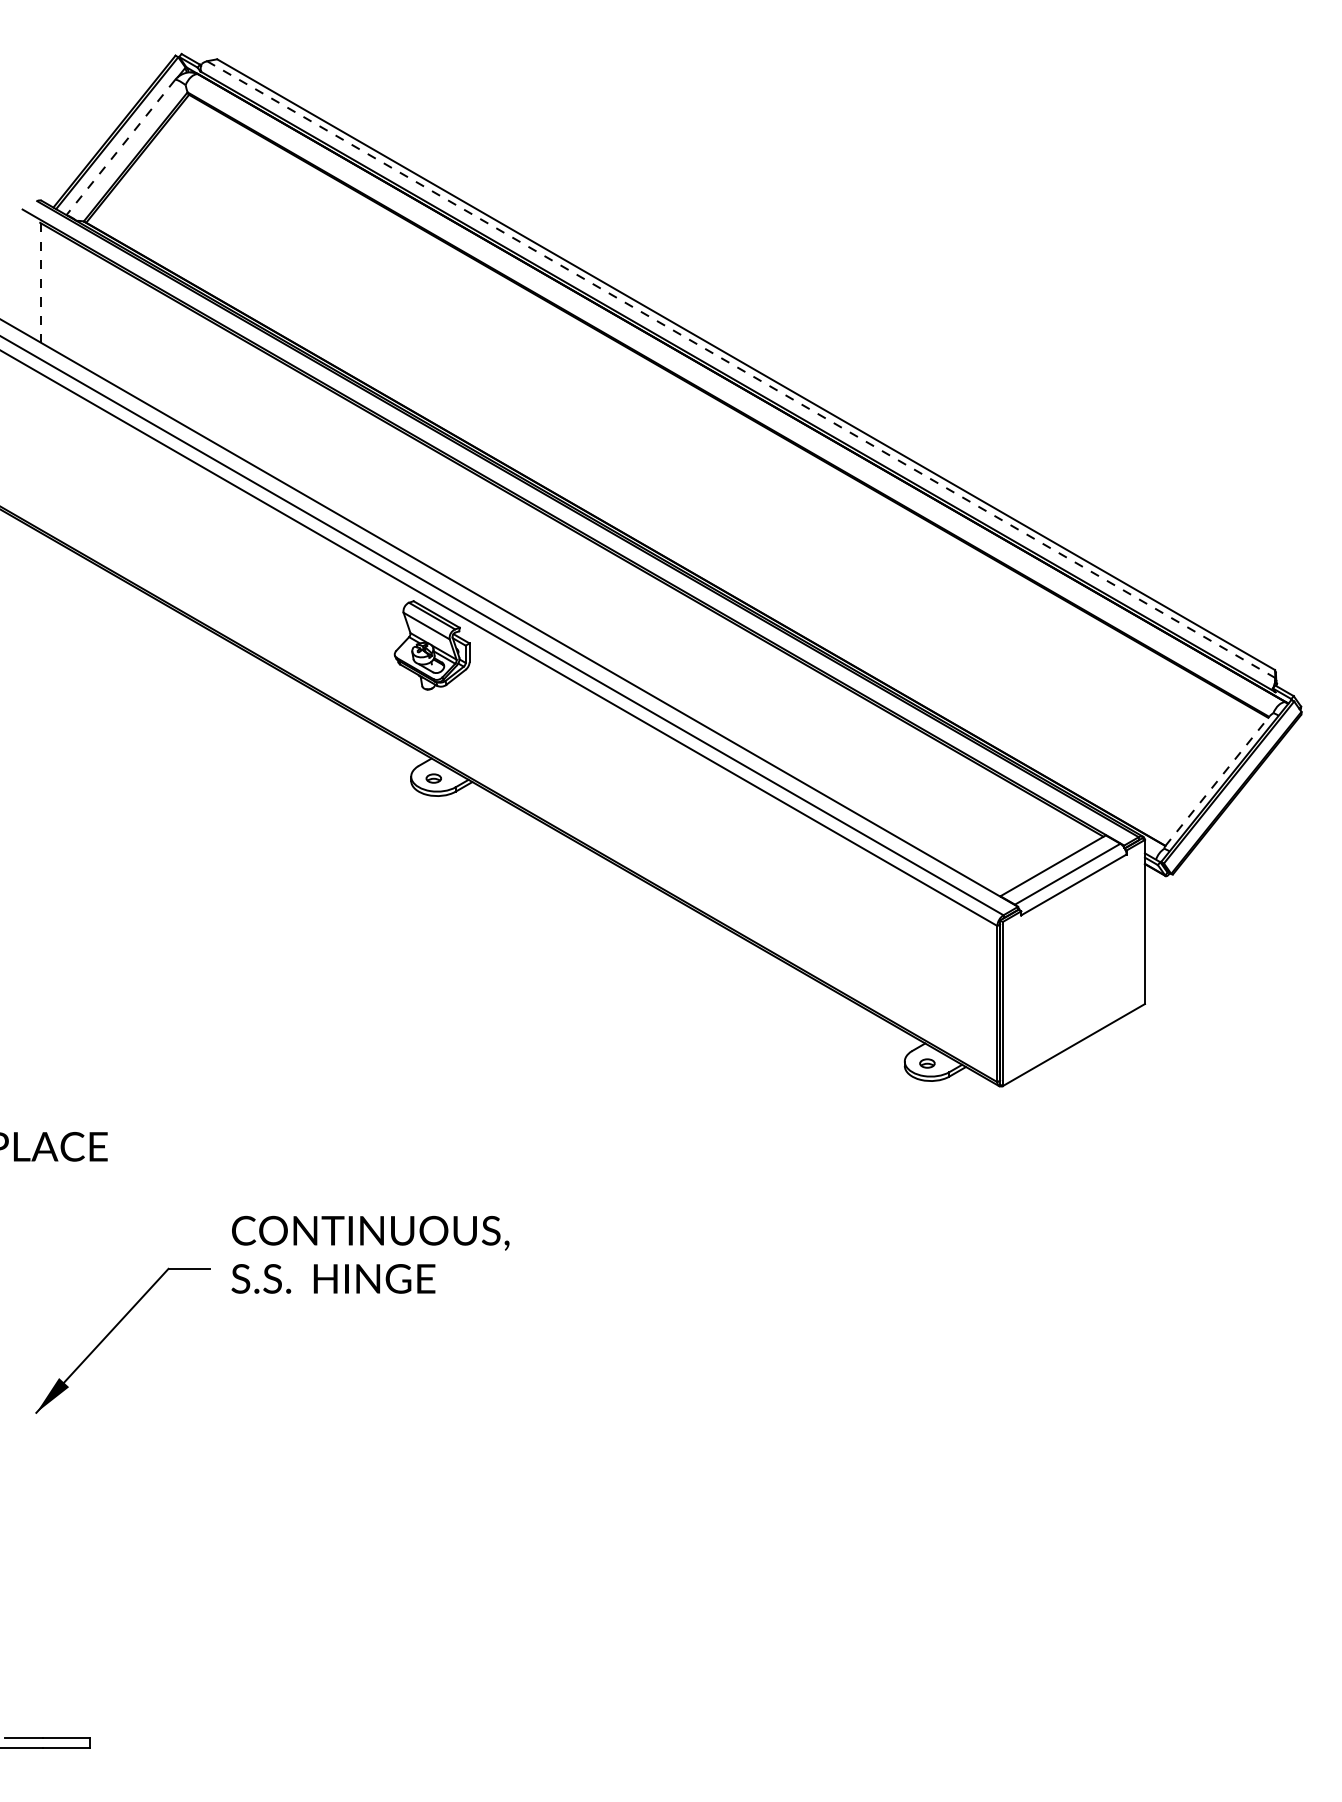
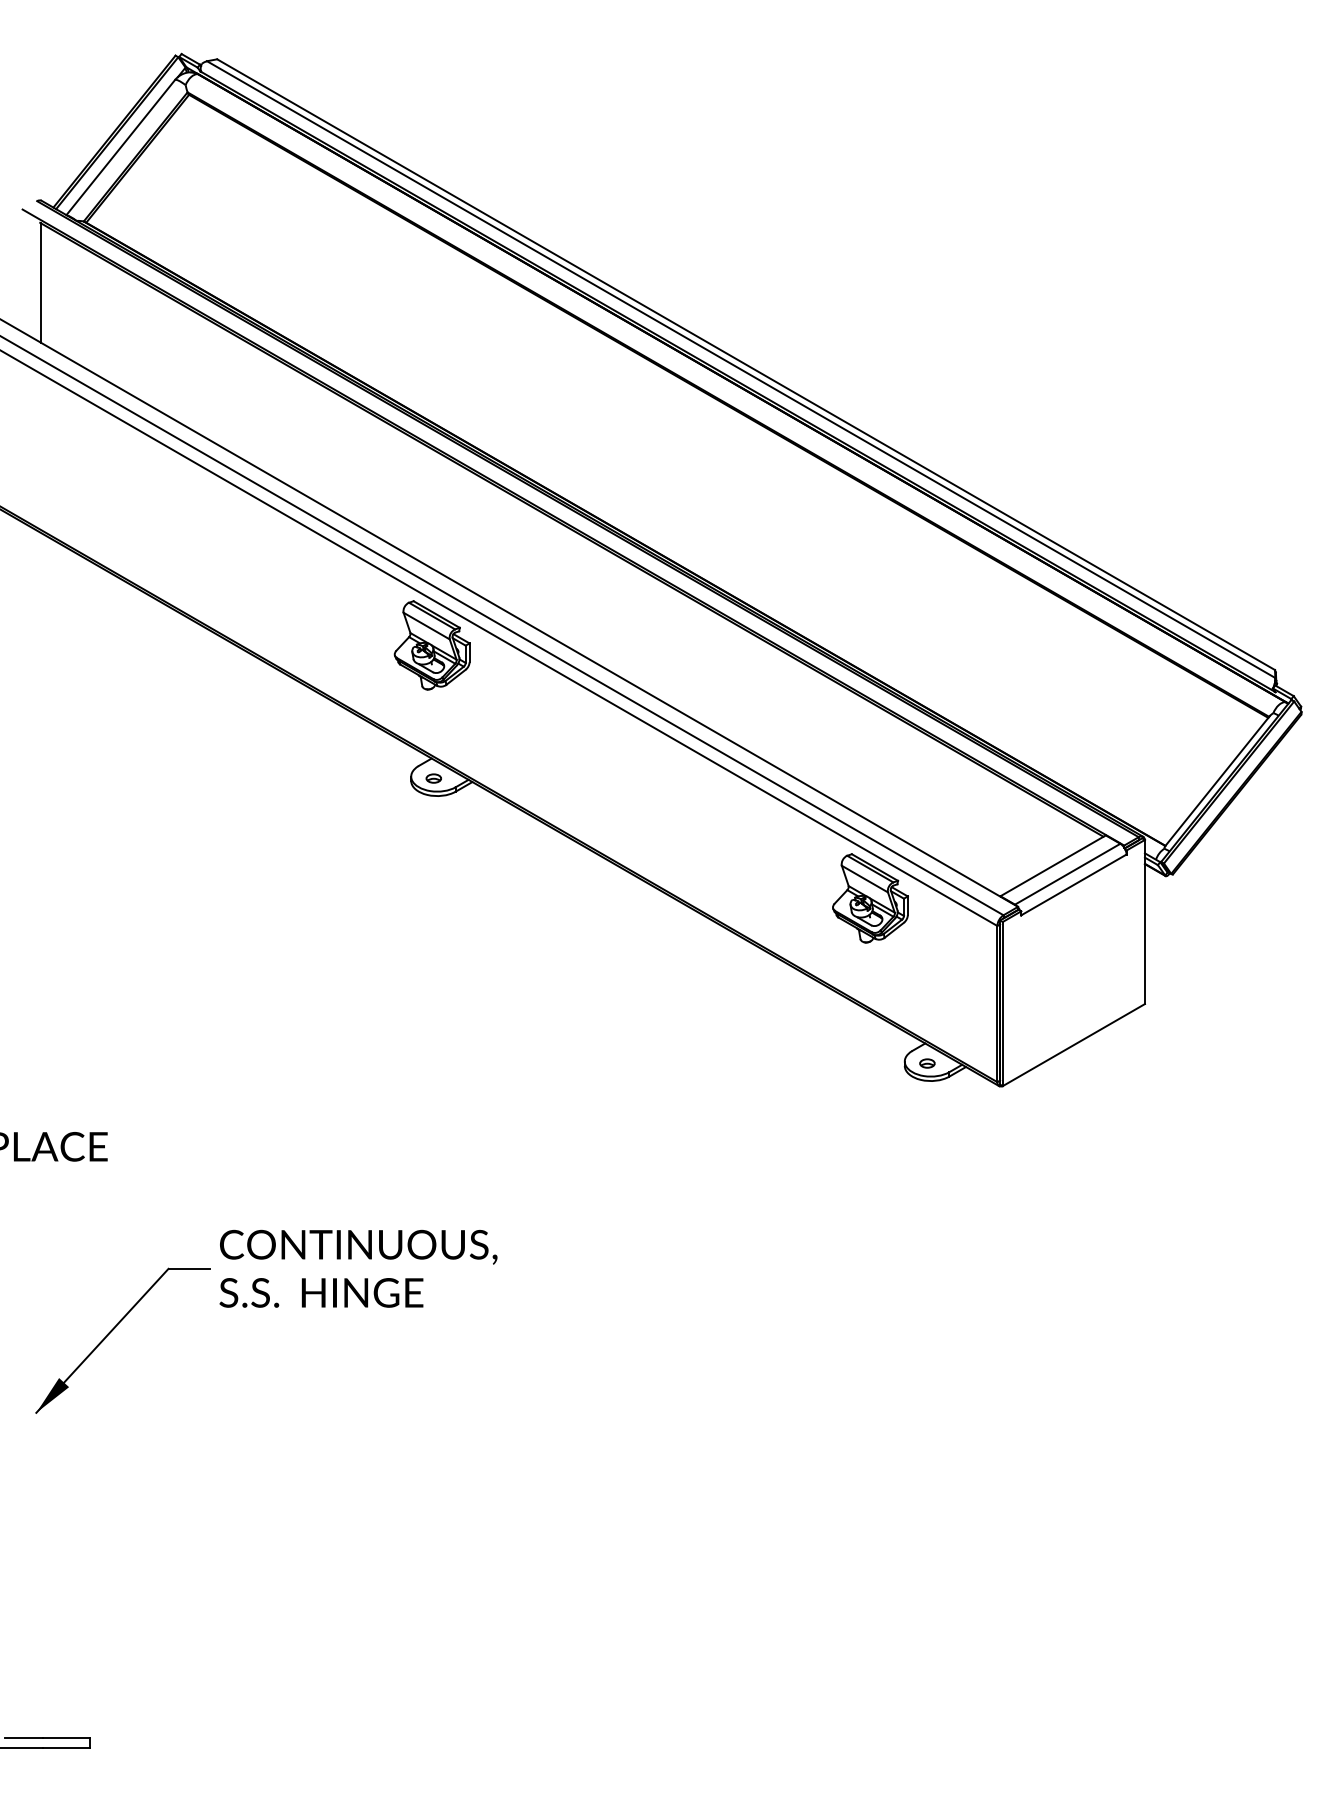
line at (120, 147): dashed -> solid
line at (40, 282): dashed -> solid
line at (741, 369): dashed -> solid
line at (1217, 780): dashed -> solid
part at (870, 898): none -> present
text at (370, 1254) position: (370, 1254) -> (358, 1268)
